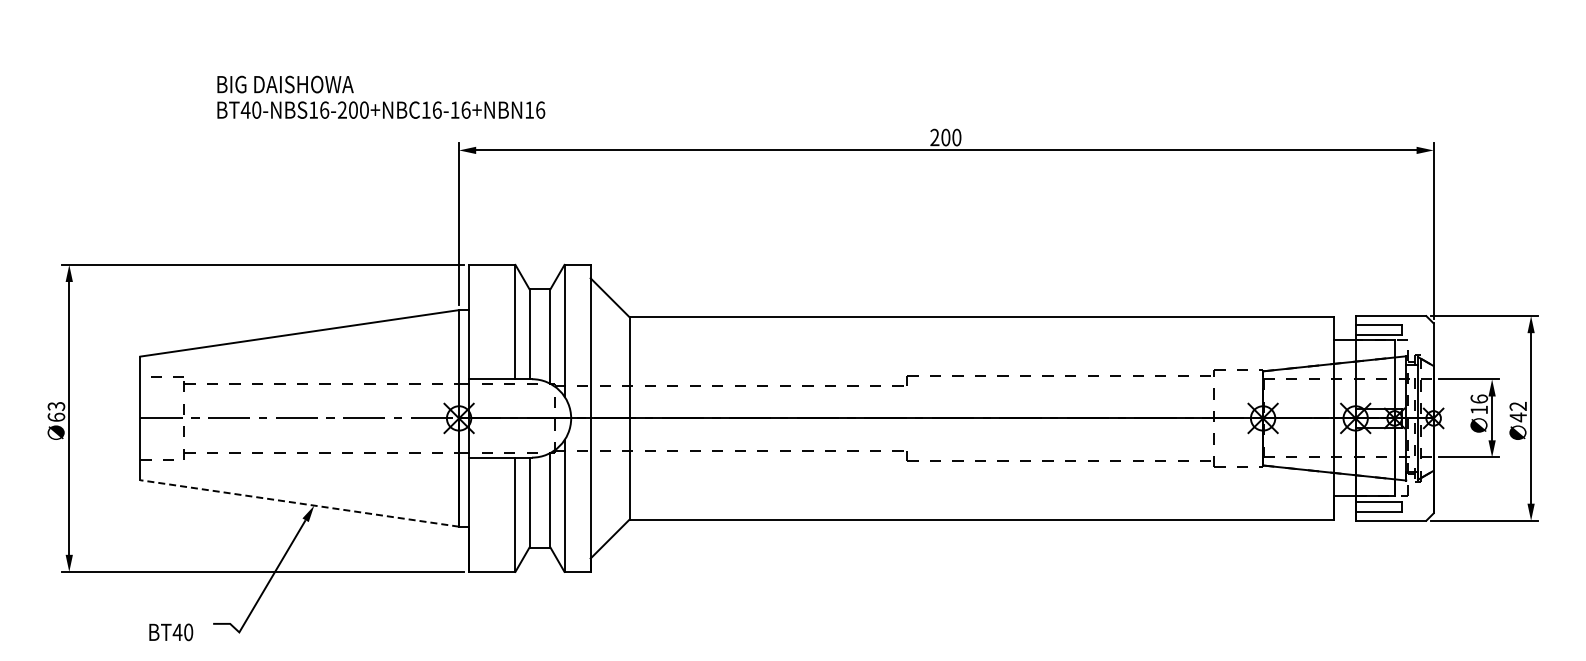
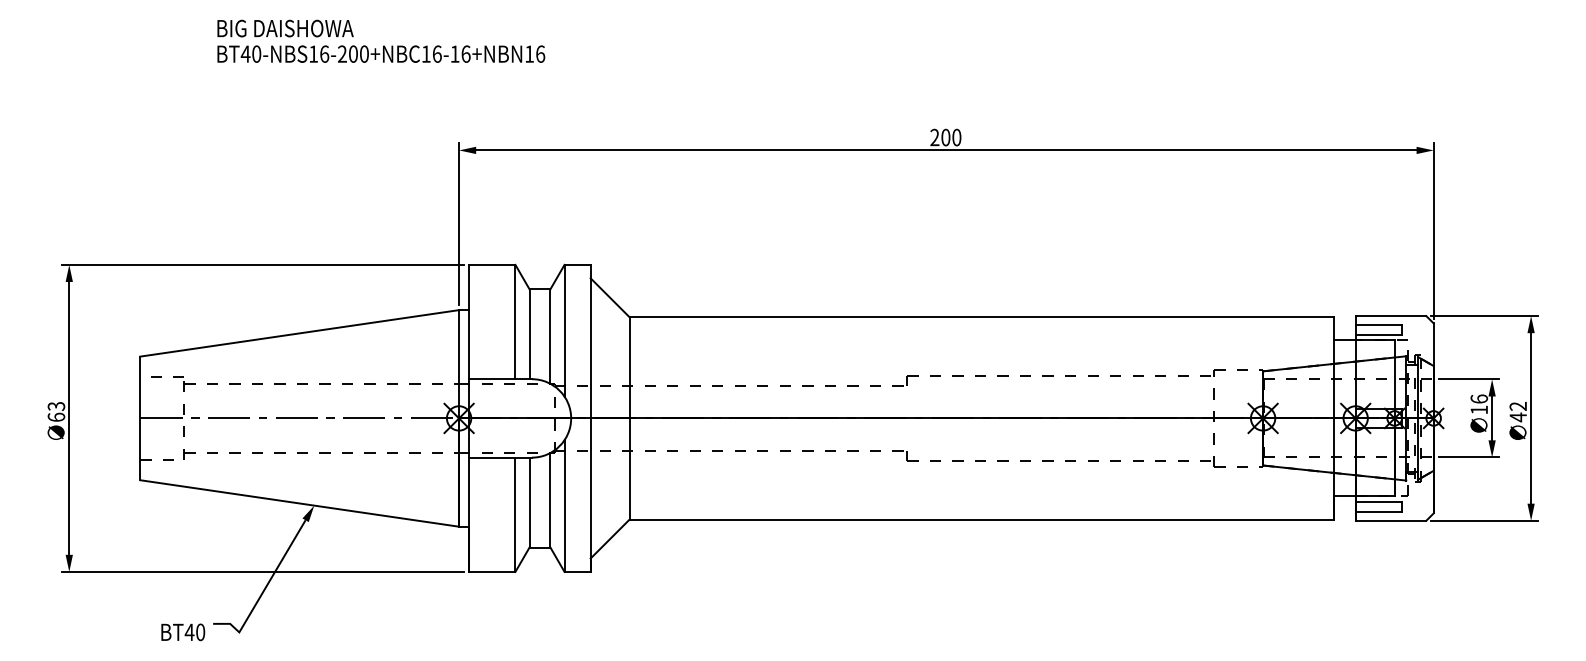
text at (381, 96) position: (381, 96) -> (381, 40)
line at (299, 503): dashed -> solid
text at (171, 632) position: (171, 632) -> (183, 632)
